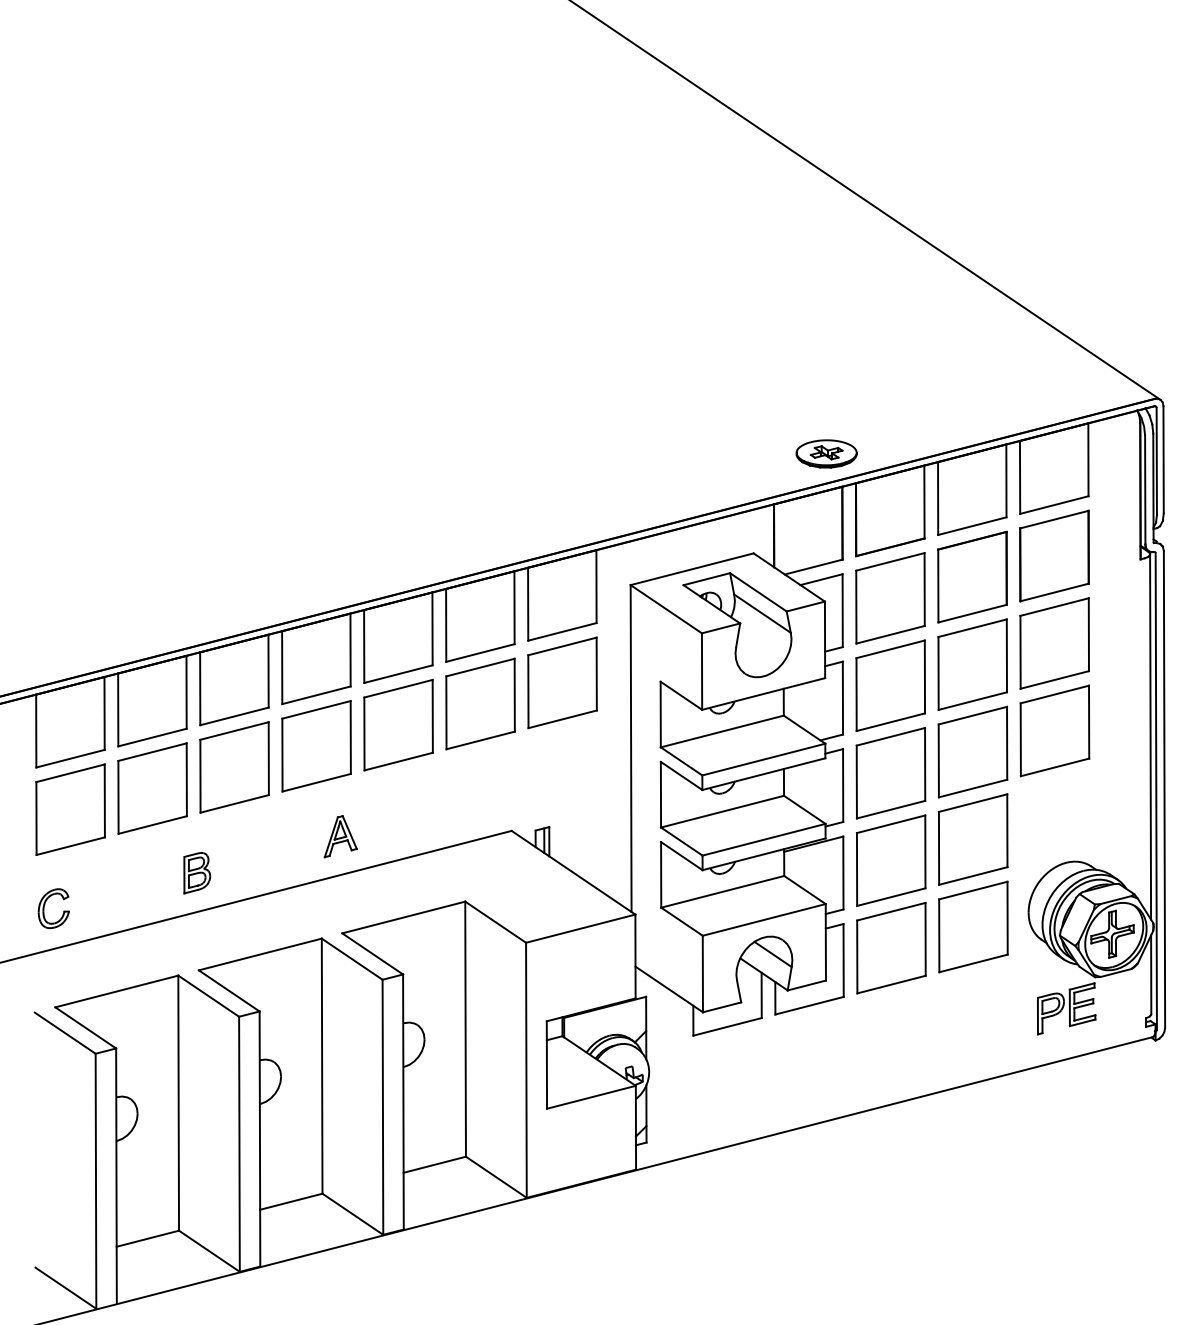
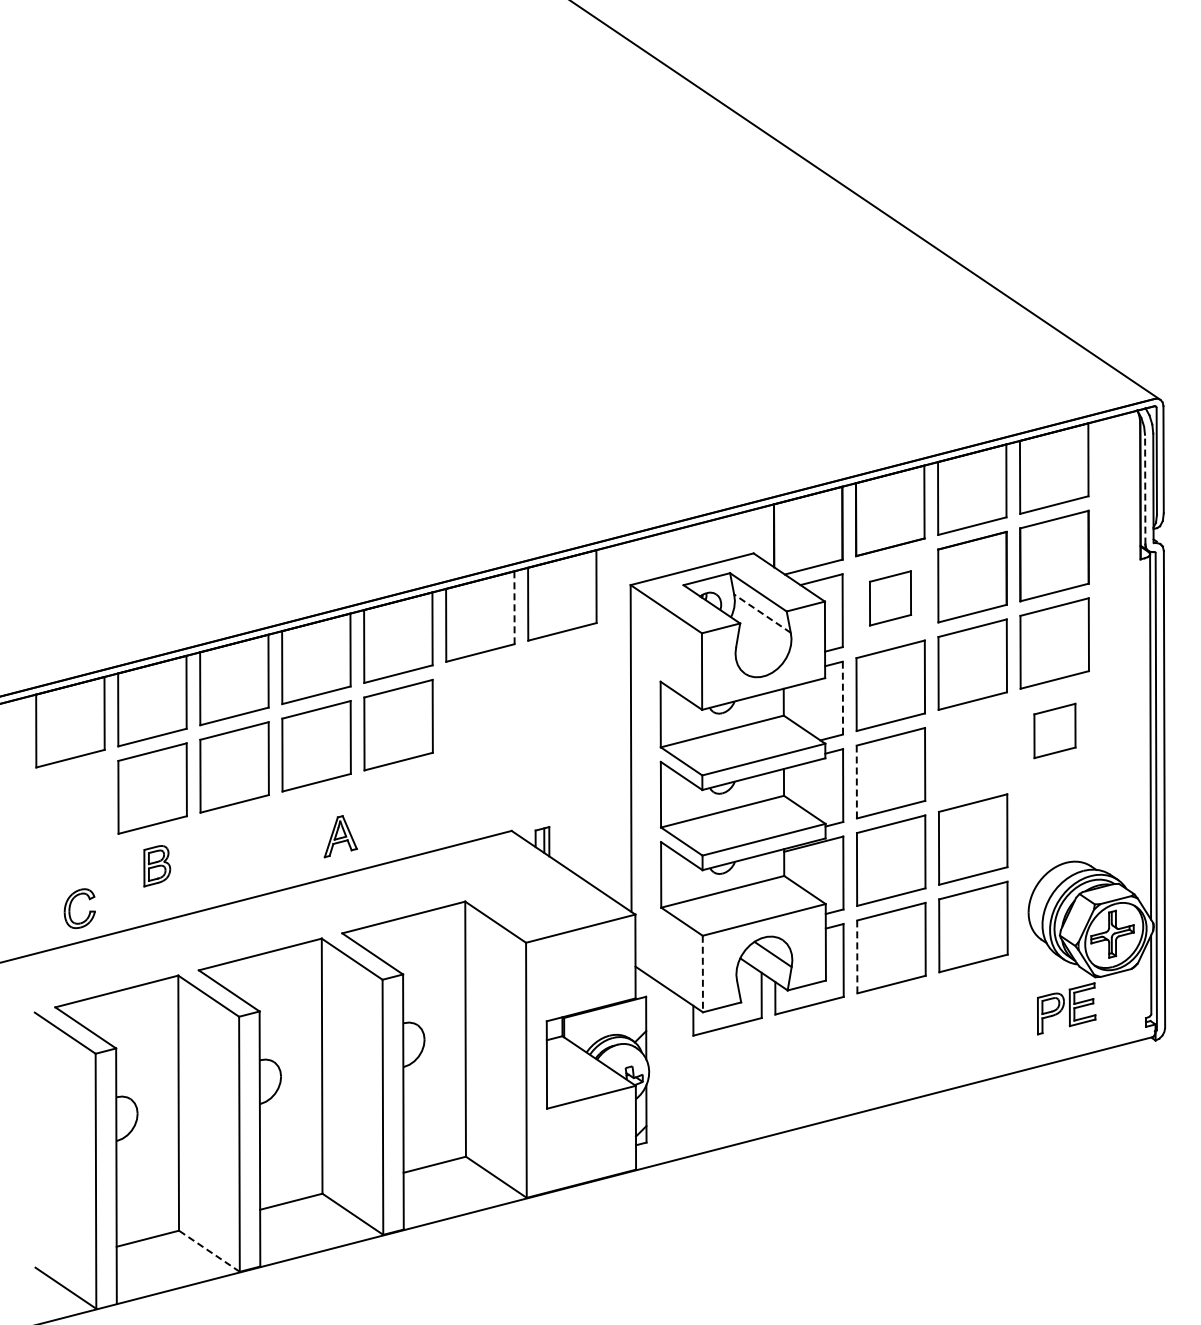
part at (826, 453): present -> none
line at (1145, 489): solid -> dashed
part at (890, 598) size: 71x93 px -> 44x57 px
line at (514, 608): solid -> dashed
line at (762, 613): solid -> dashed
part at (562, 682): present -> none
line at (842, 698): solid -> dashed
part at (480, 703): present -> none
part at (1054, 730) size: 72x94 px -> 44x58 px
part at (972, 751): present -> none
line at (856, 781): solid -> dashed
part at (70, 809): present -> none
part at (197, 873) position: (197, 873) -> (157, 866)
part at (45, 904) position: (45, 904) -> (71, 904)
line at (857, 956): solid -> dashed
line at (702, 974): solid -> dashed
line at (209, 1251): solid -> dashed
